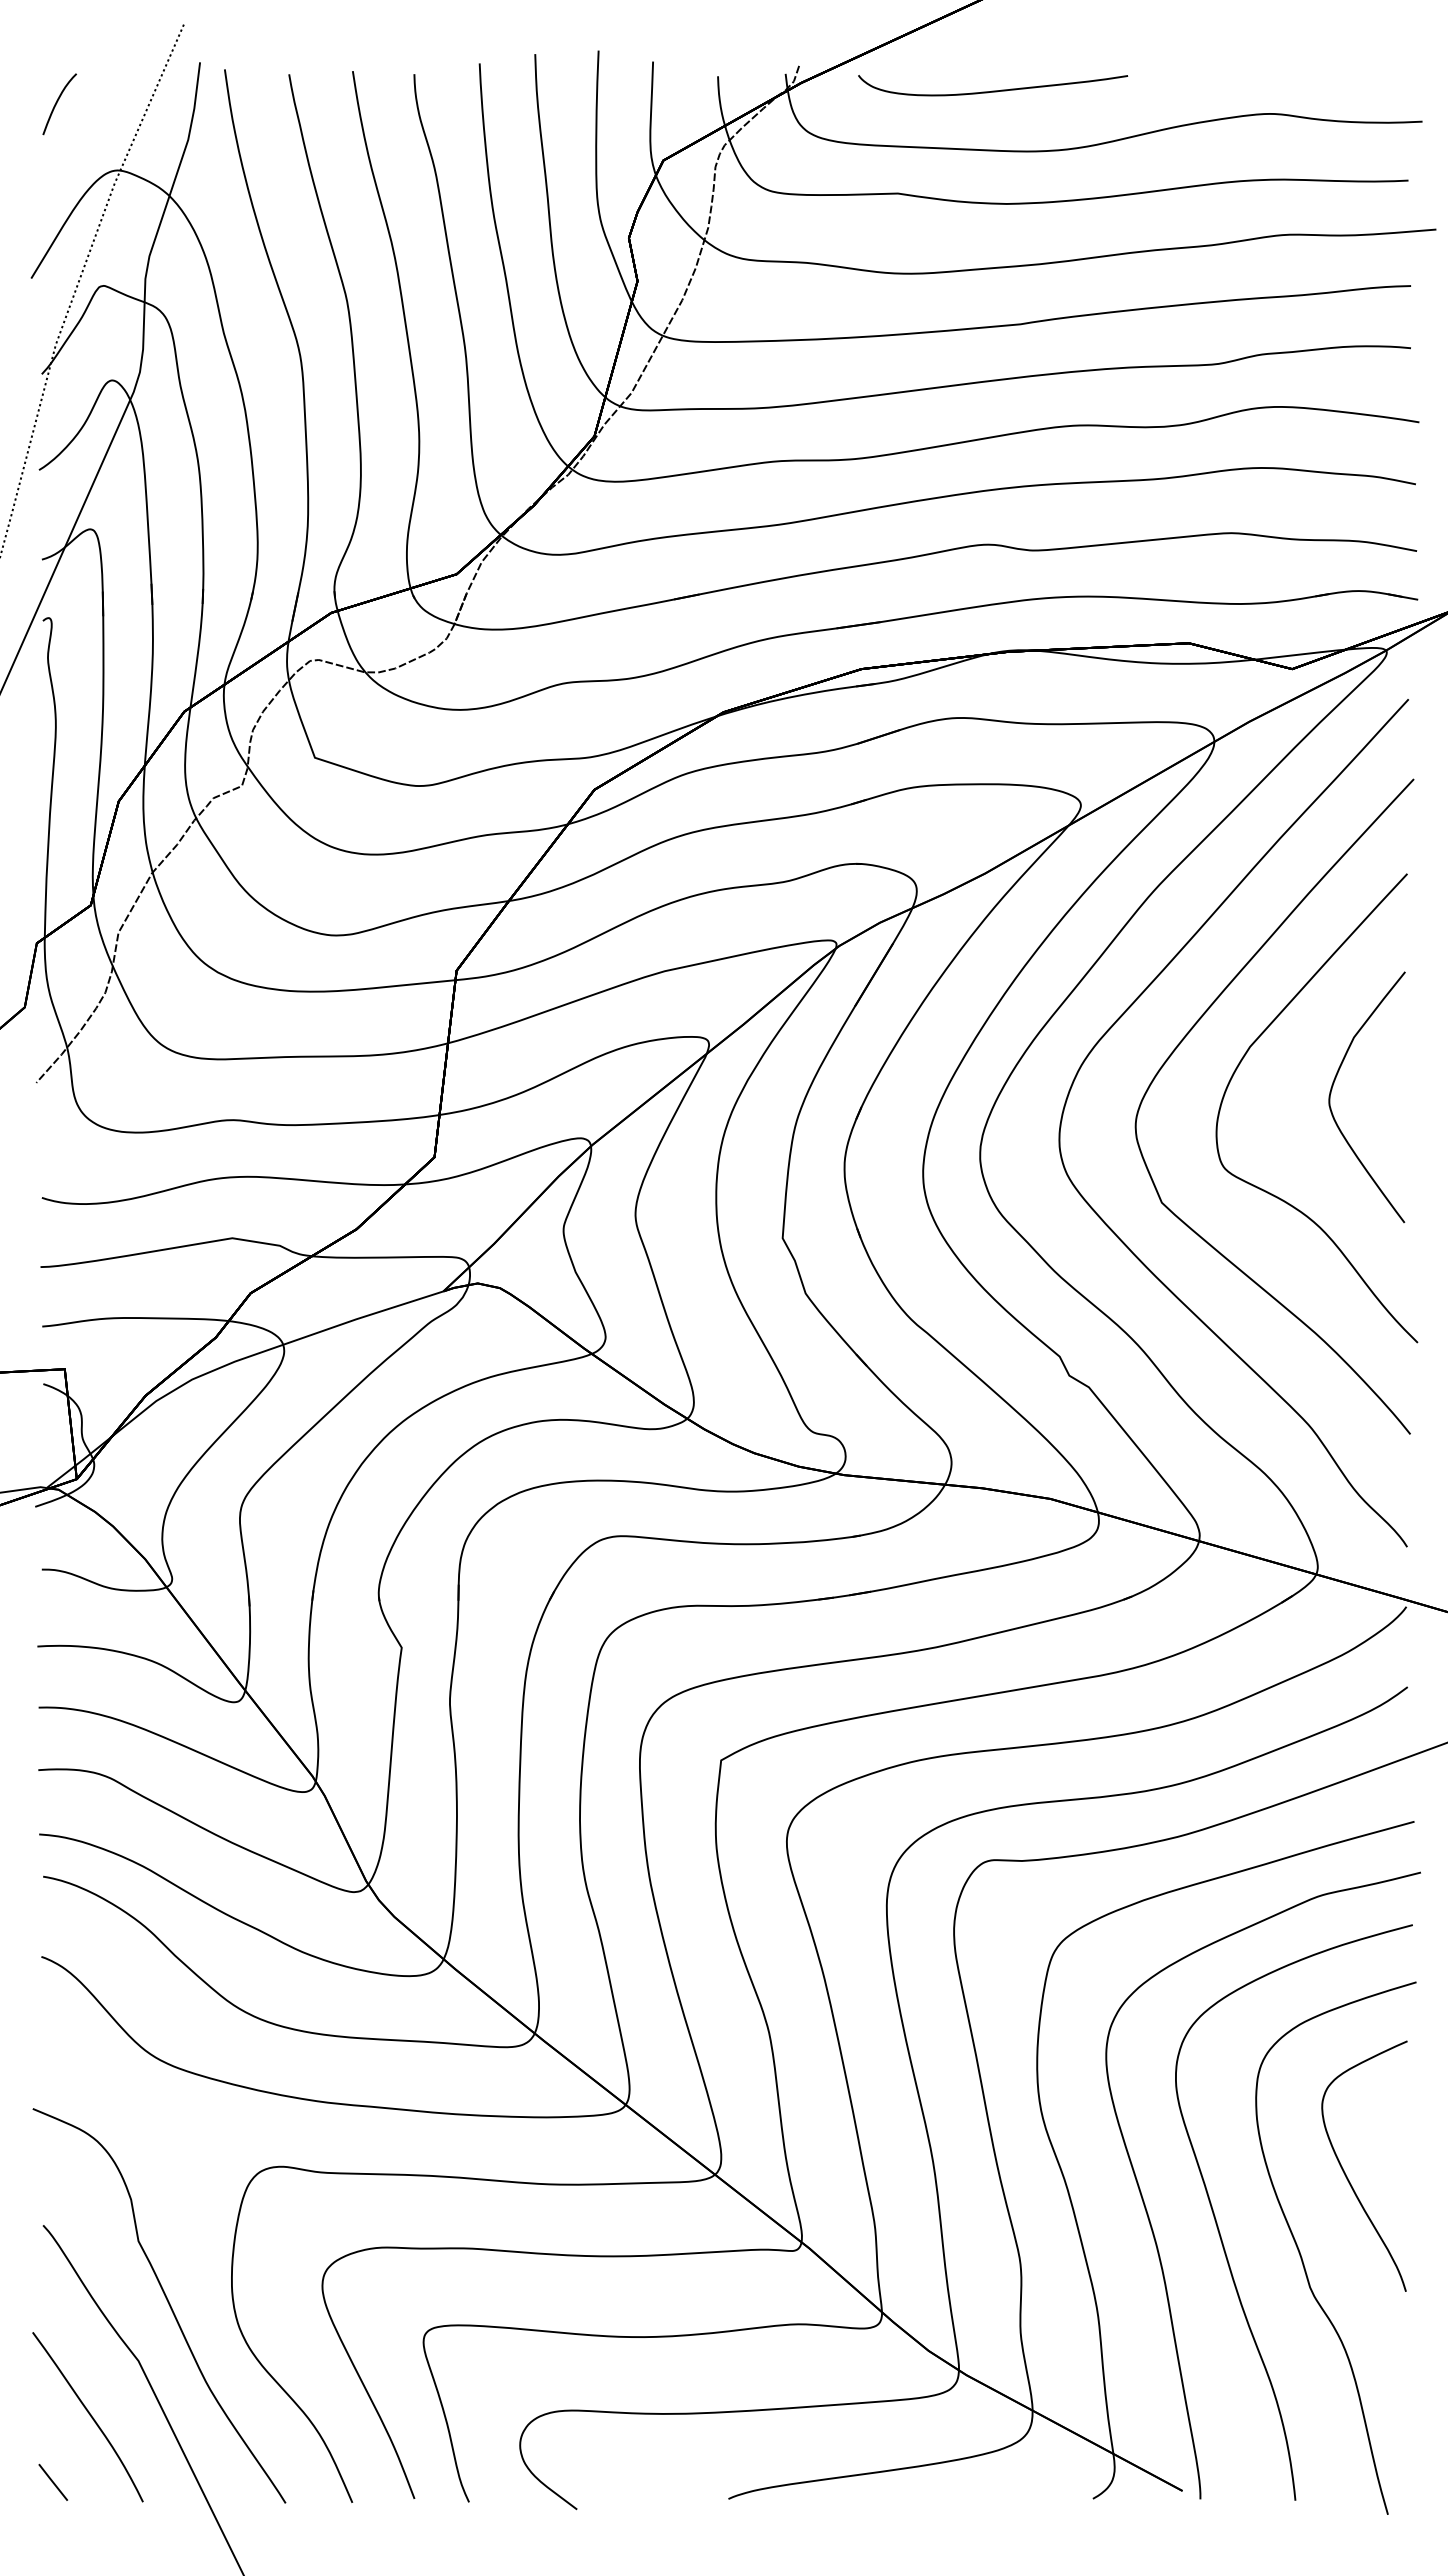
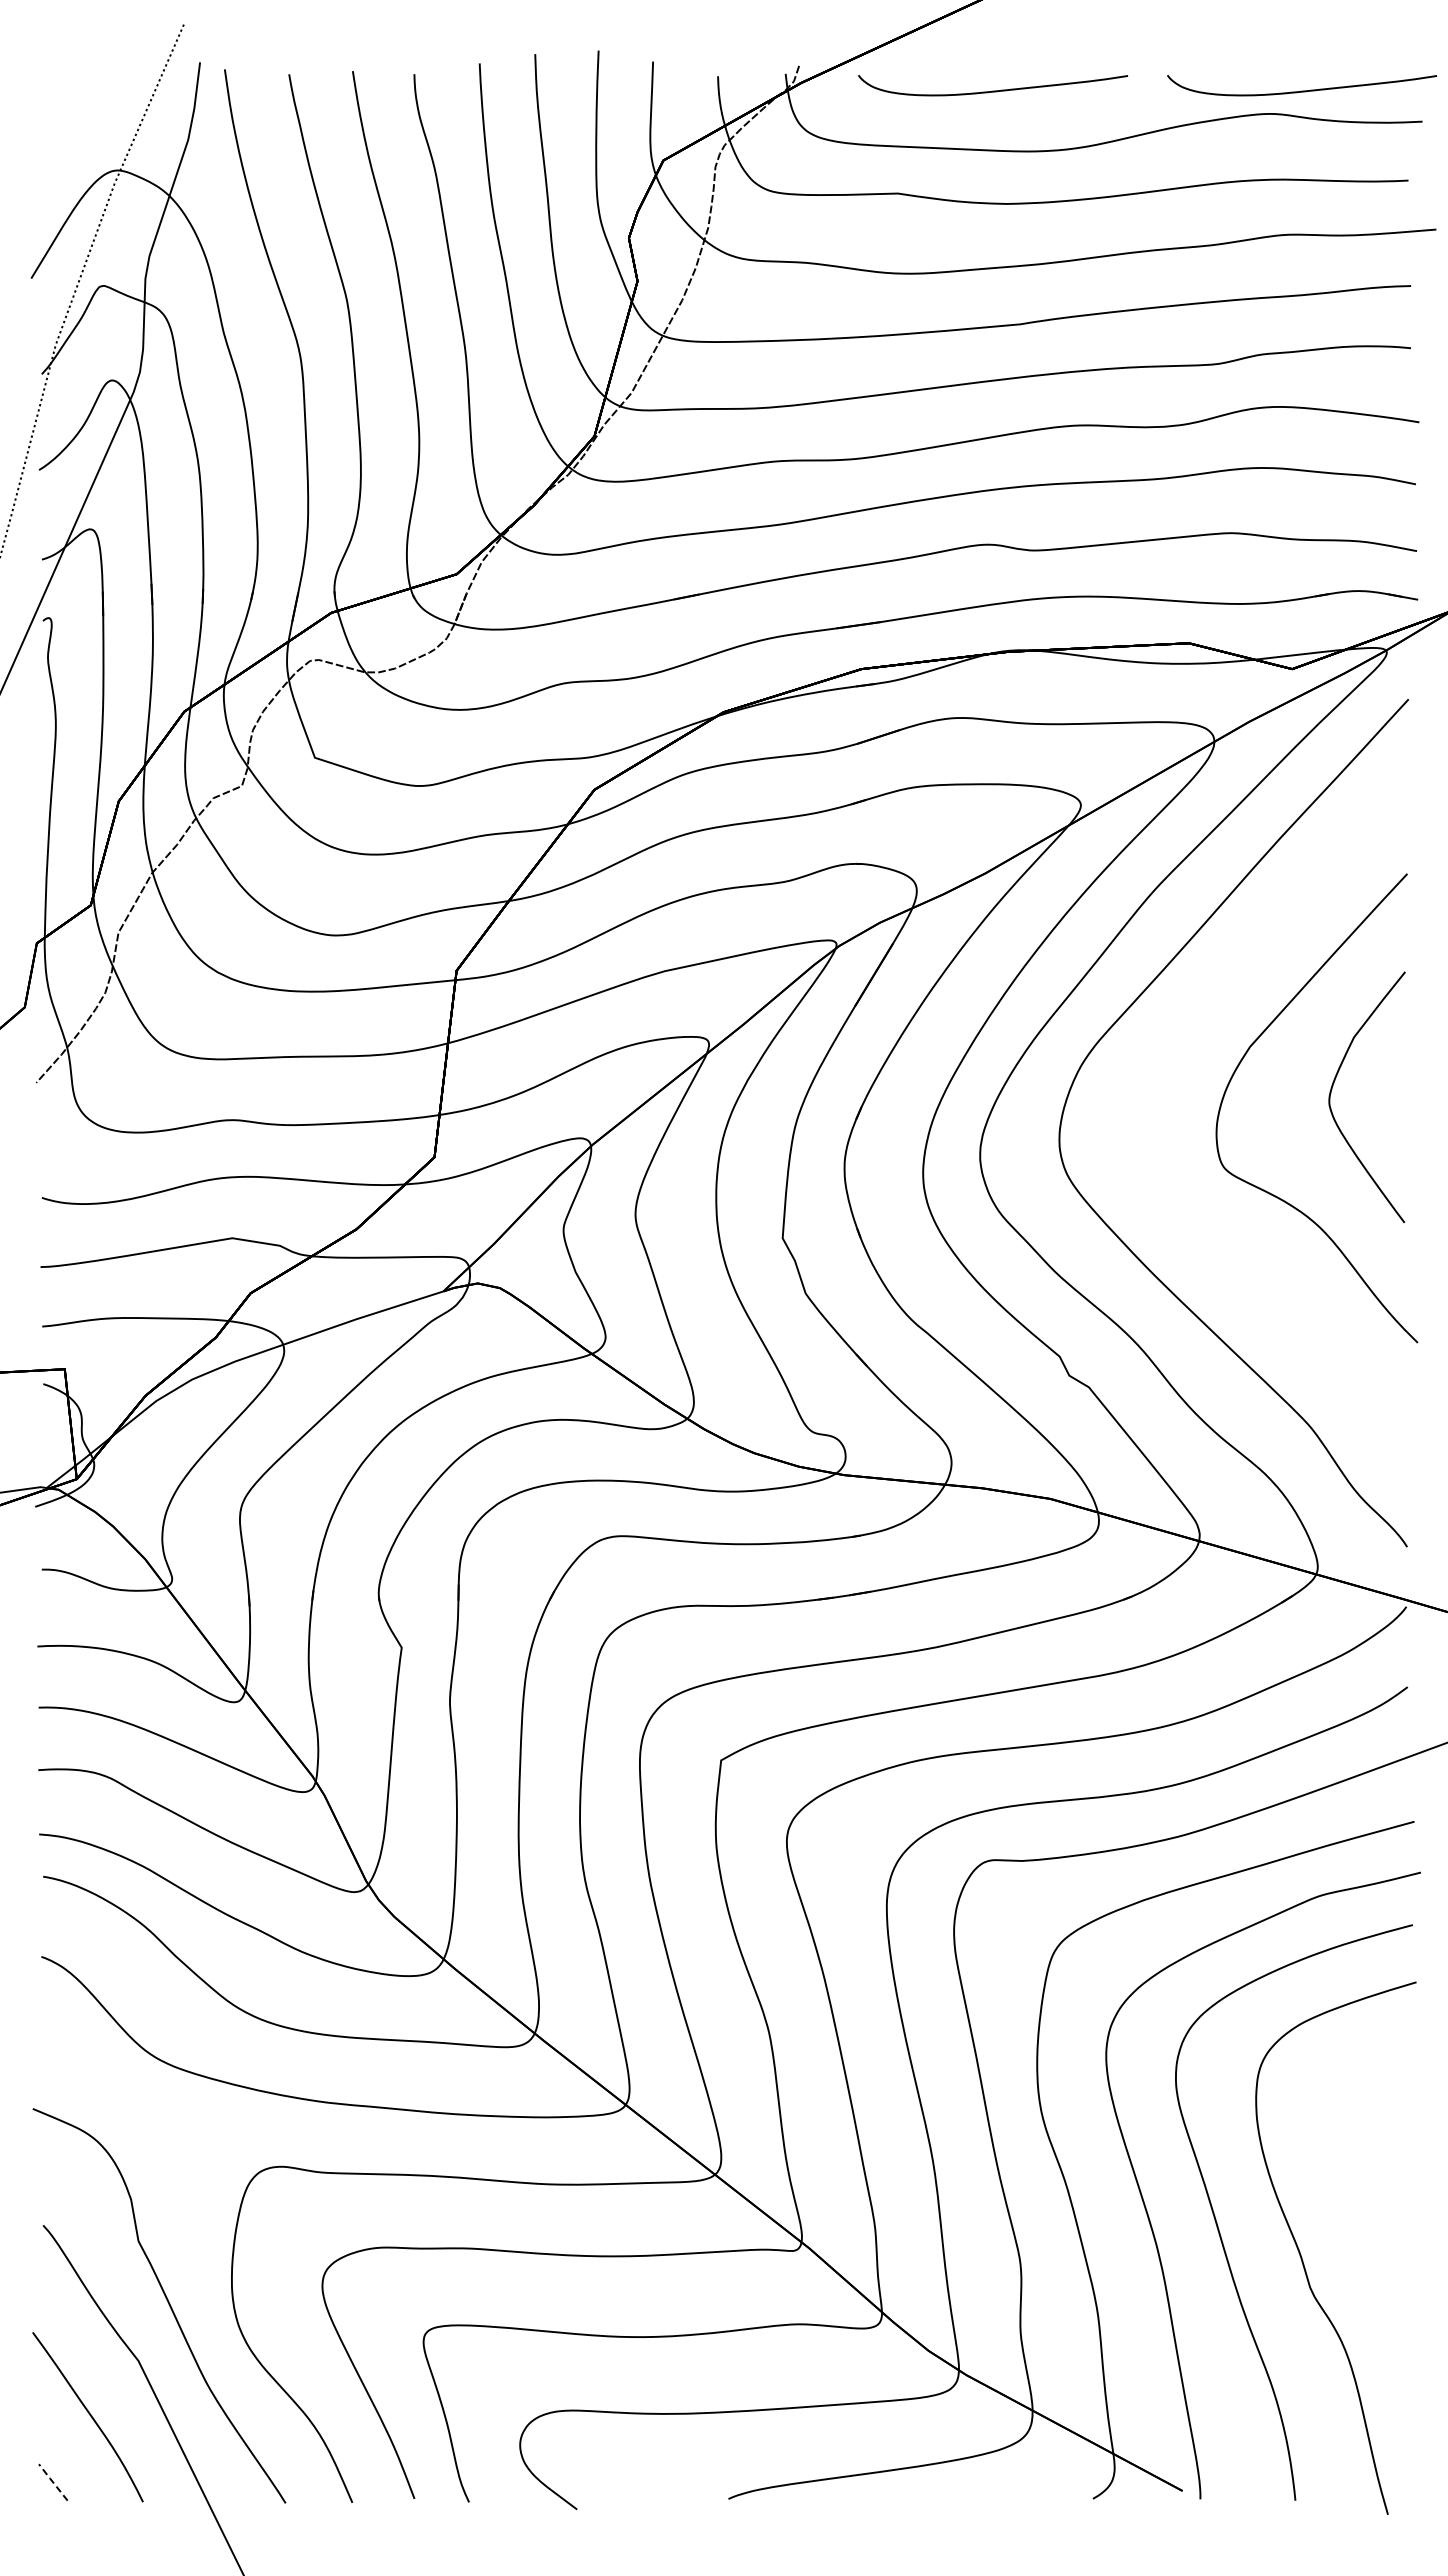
curve at (1302, 90): none -> present
curve at (57, 103): present -> none
curve at (1188, 1034): present -> none
curve at (1346, 2174): present -> none
line at (52, 2481): solid -> dashed
